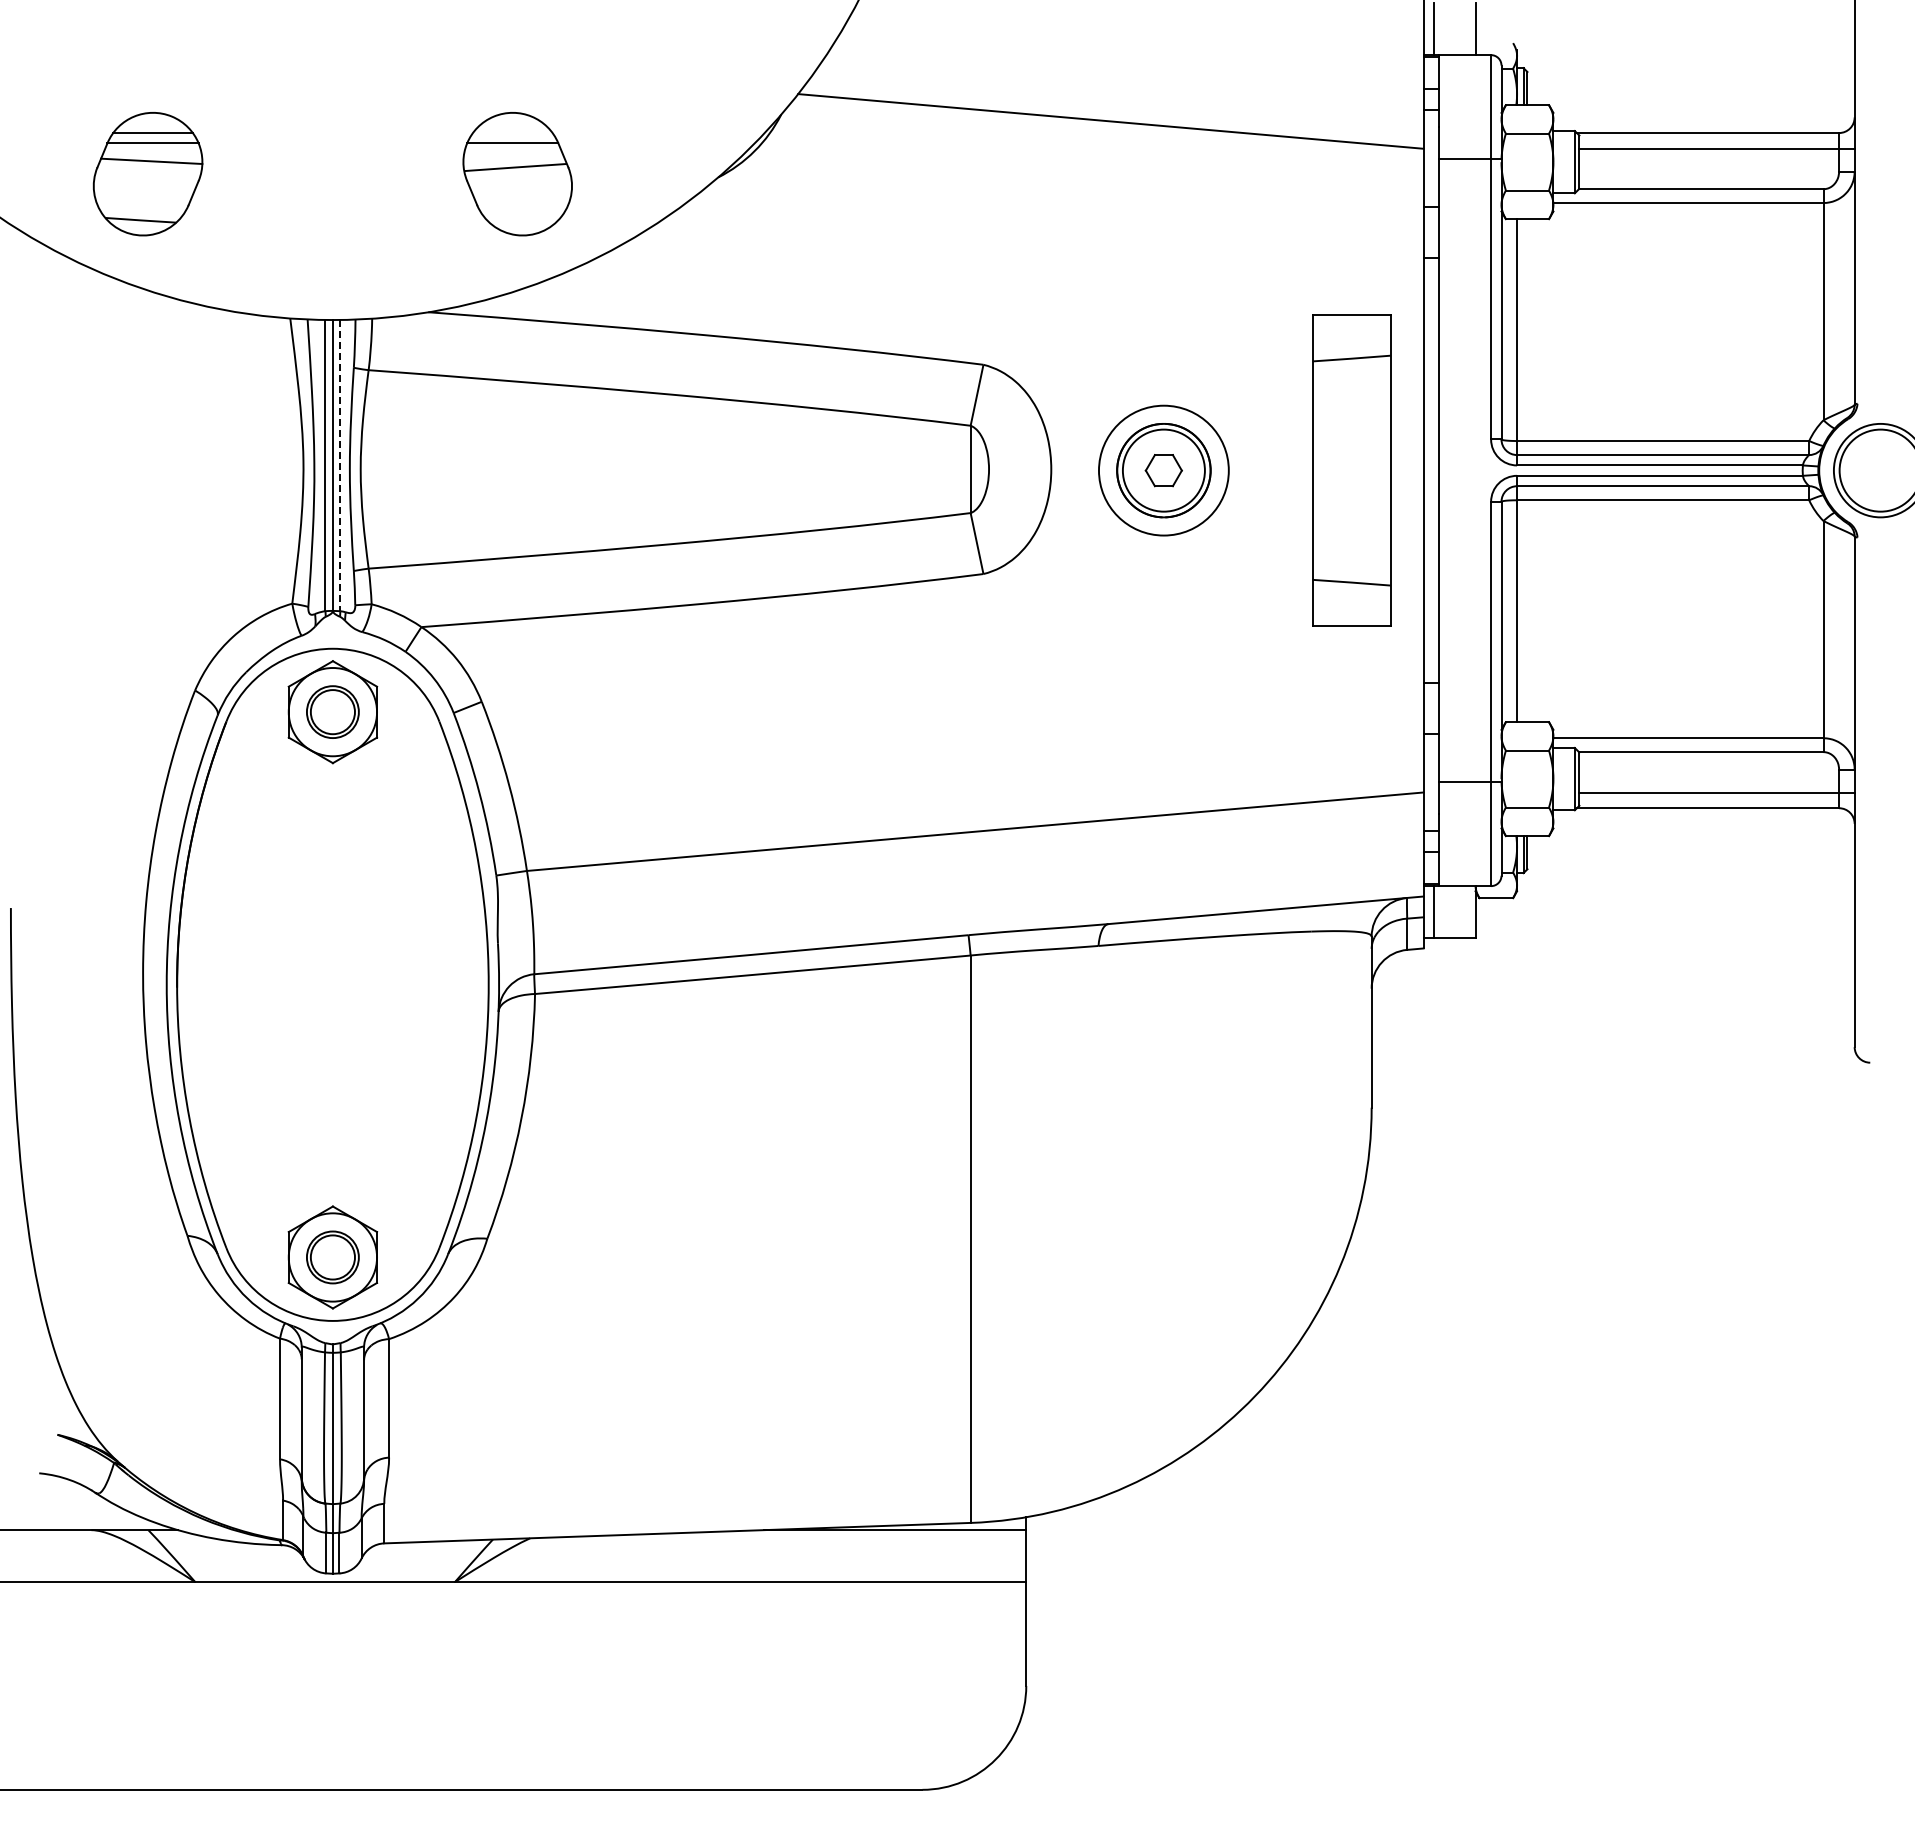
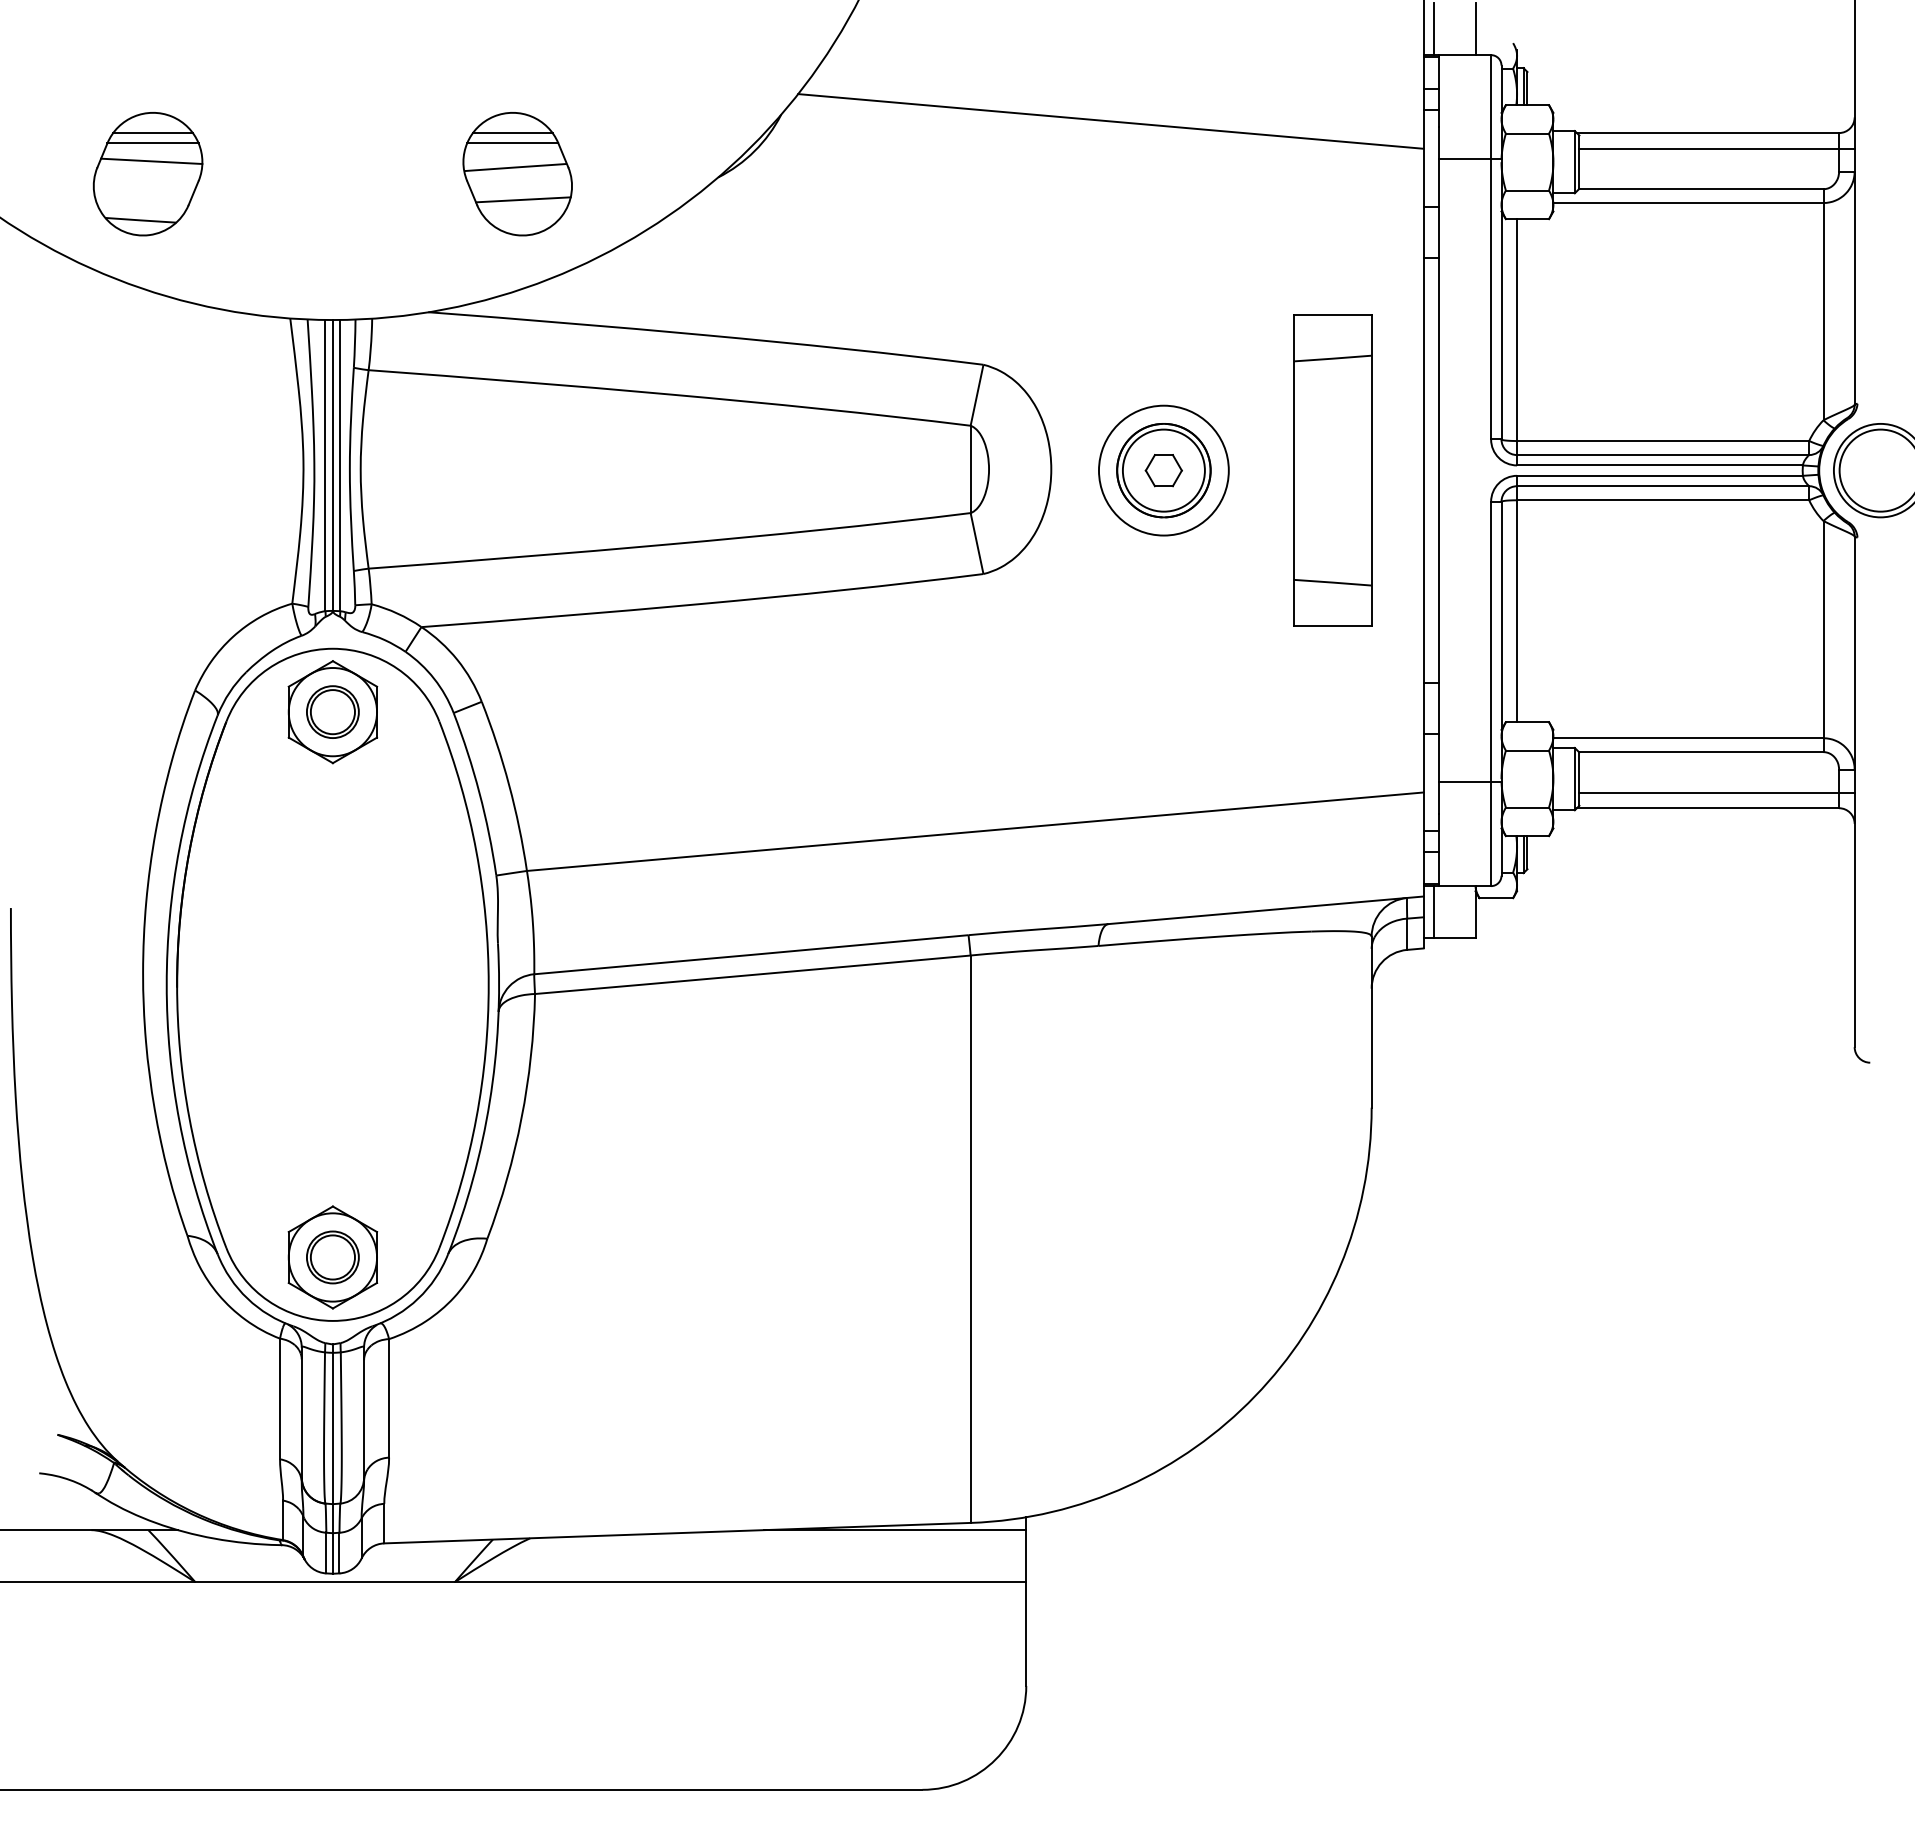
line at (512, 133): none -> present
line at (523, 199): none -> present
line at (340, 465): dashed -> solid
part at (1351, 470) position: (1351, 470) -> (1332, 470)
